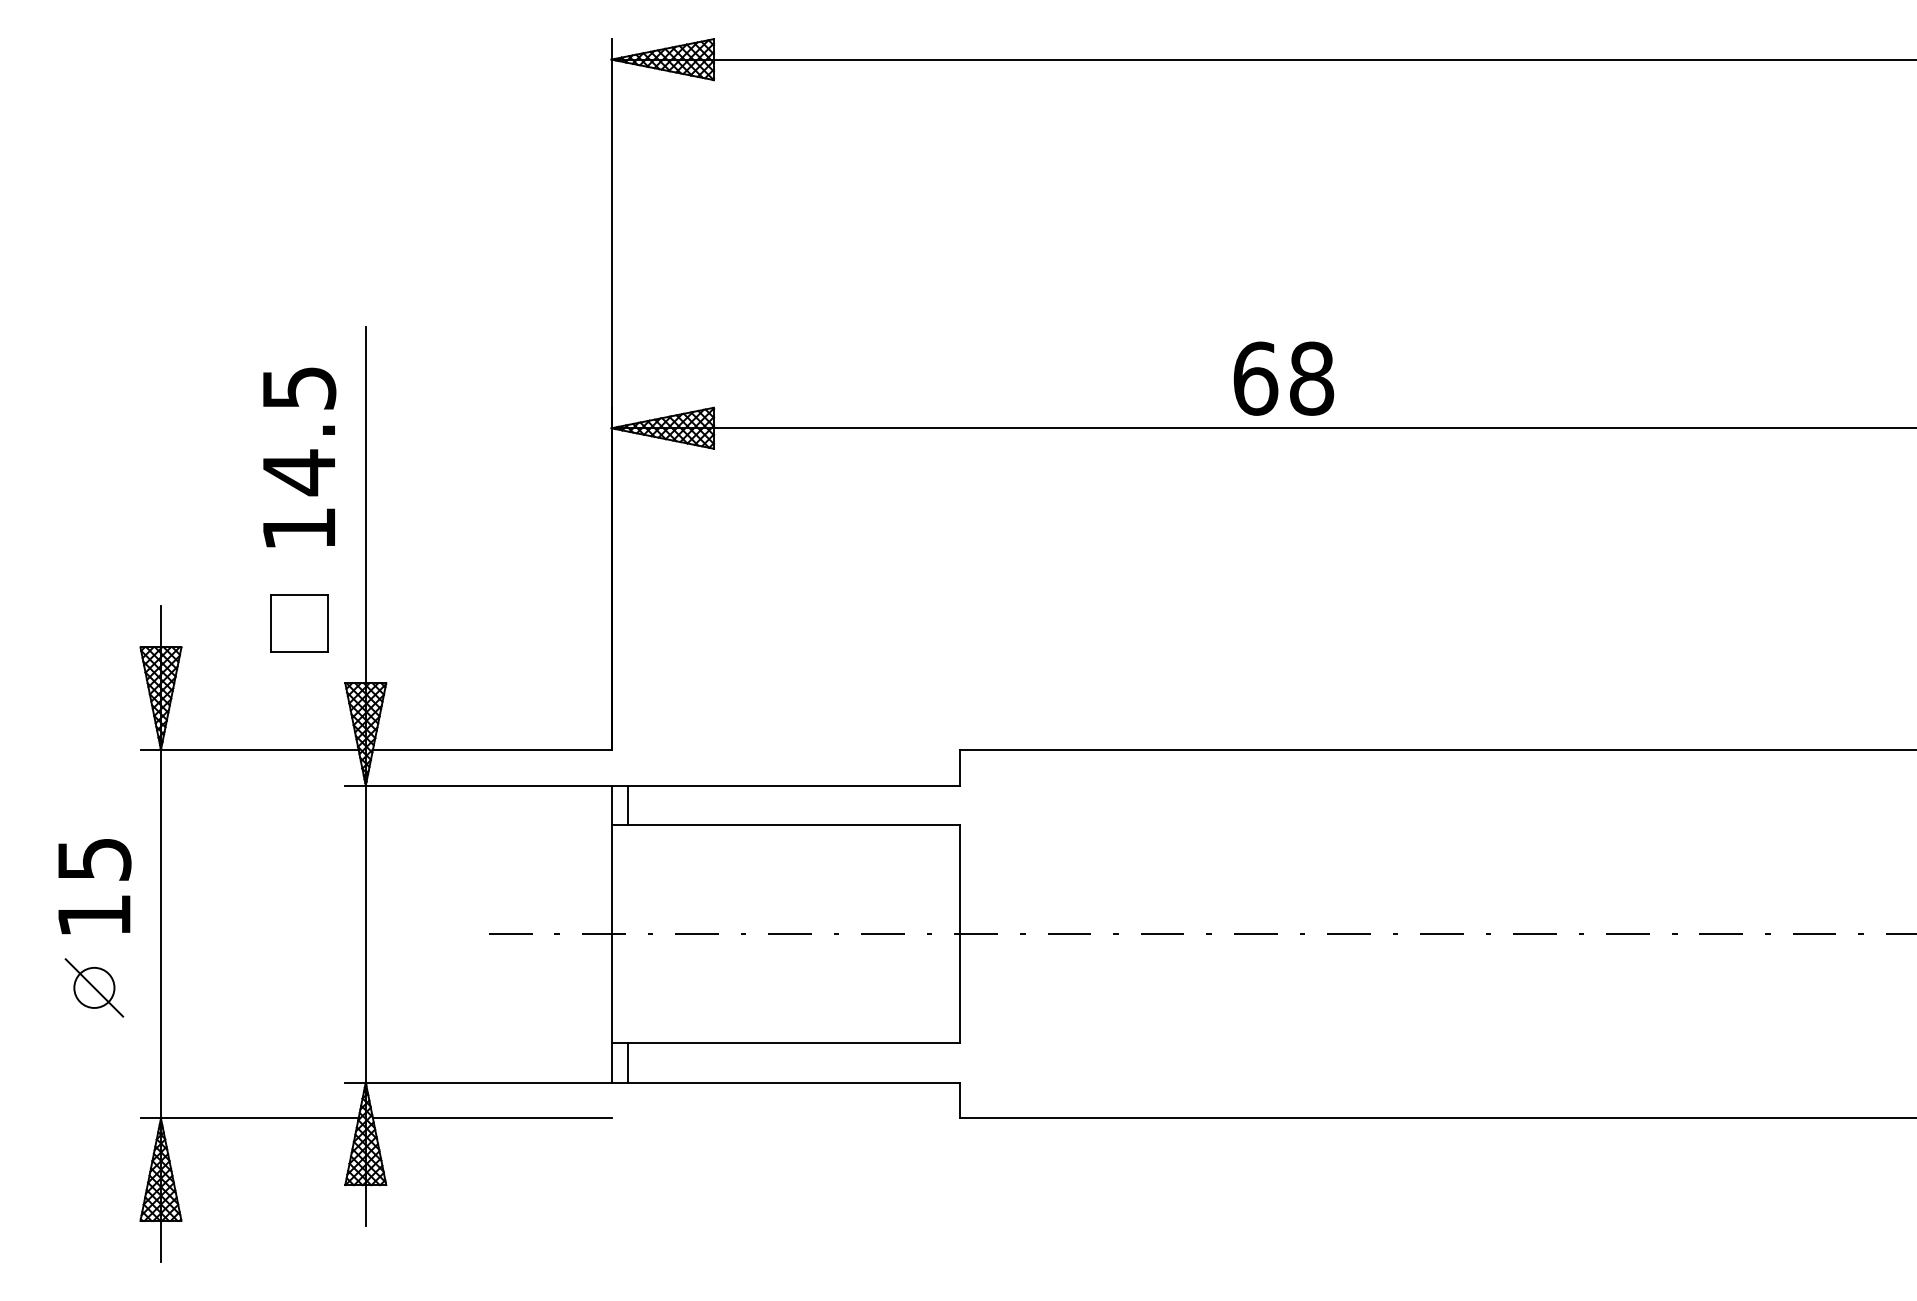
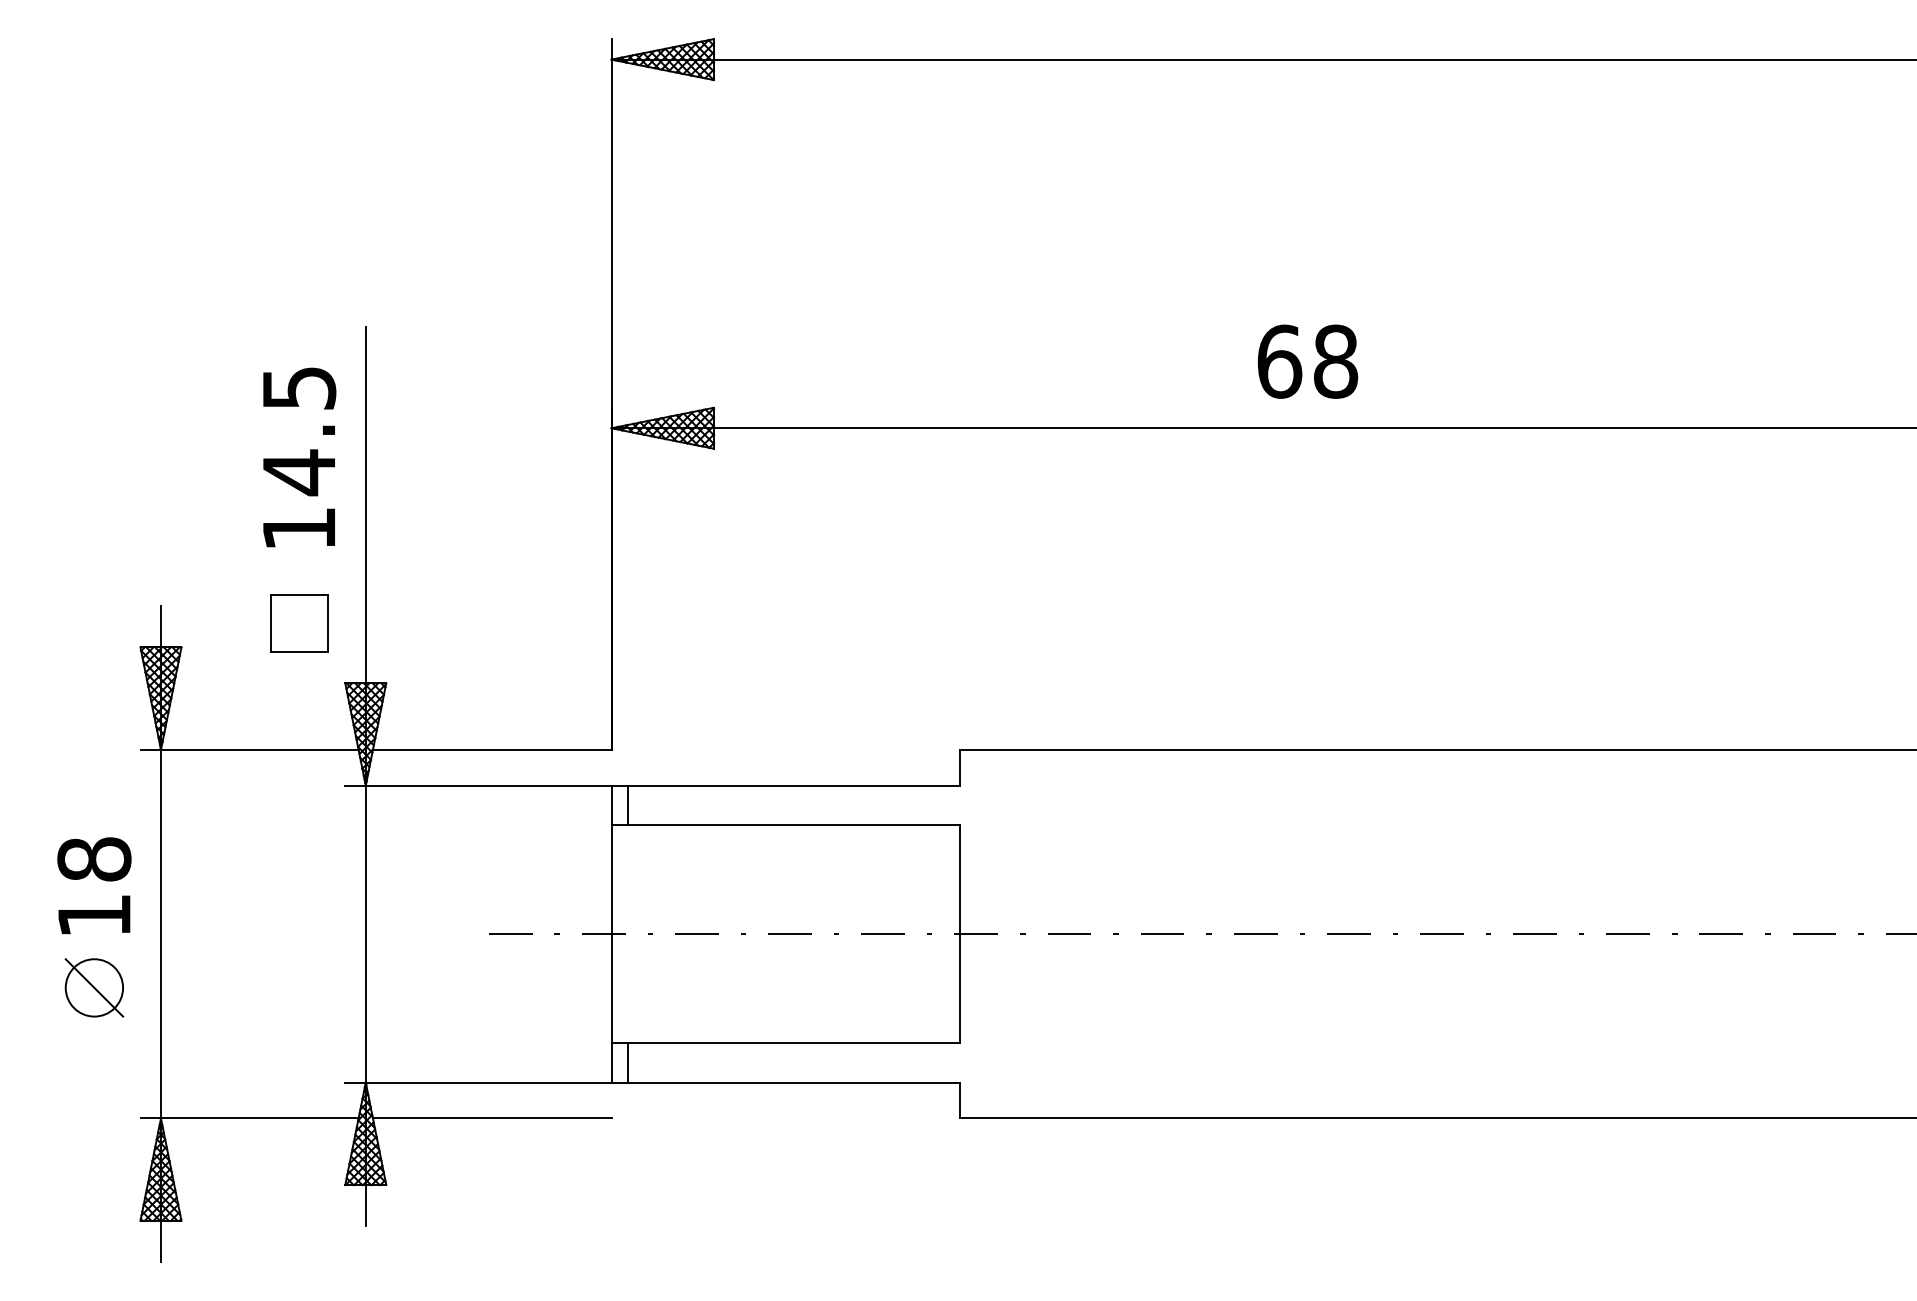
text at (1283, 378) position: (1283, 378) -> (1307, 361)
text at (94, 859): 15 -> 18
circle at (94, 987) diameter: 40 px -> 57 px
